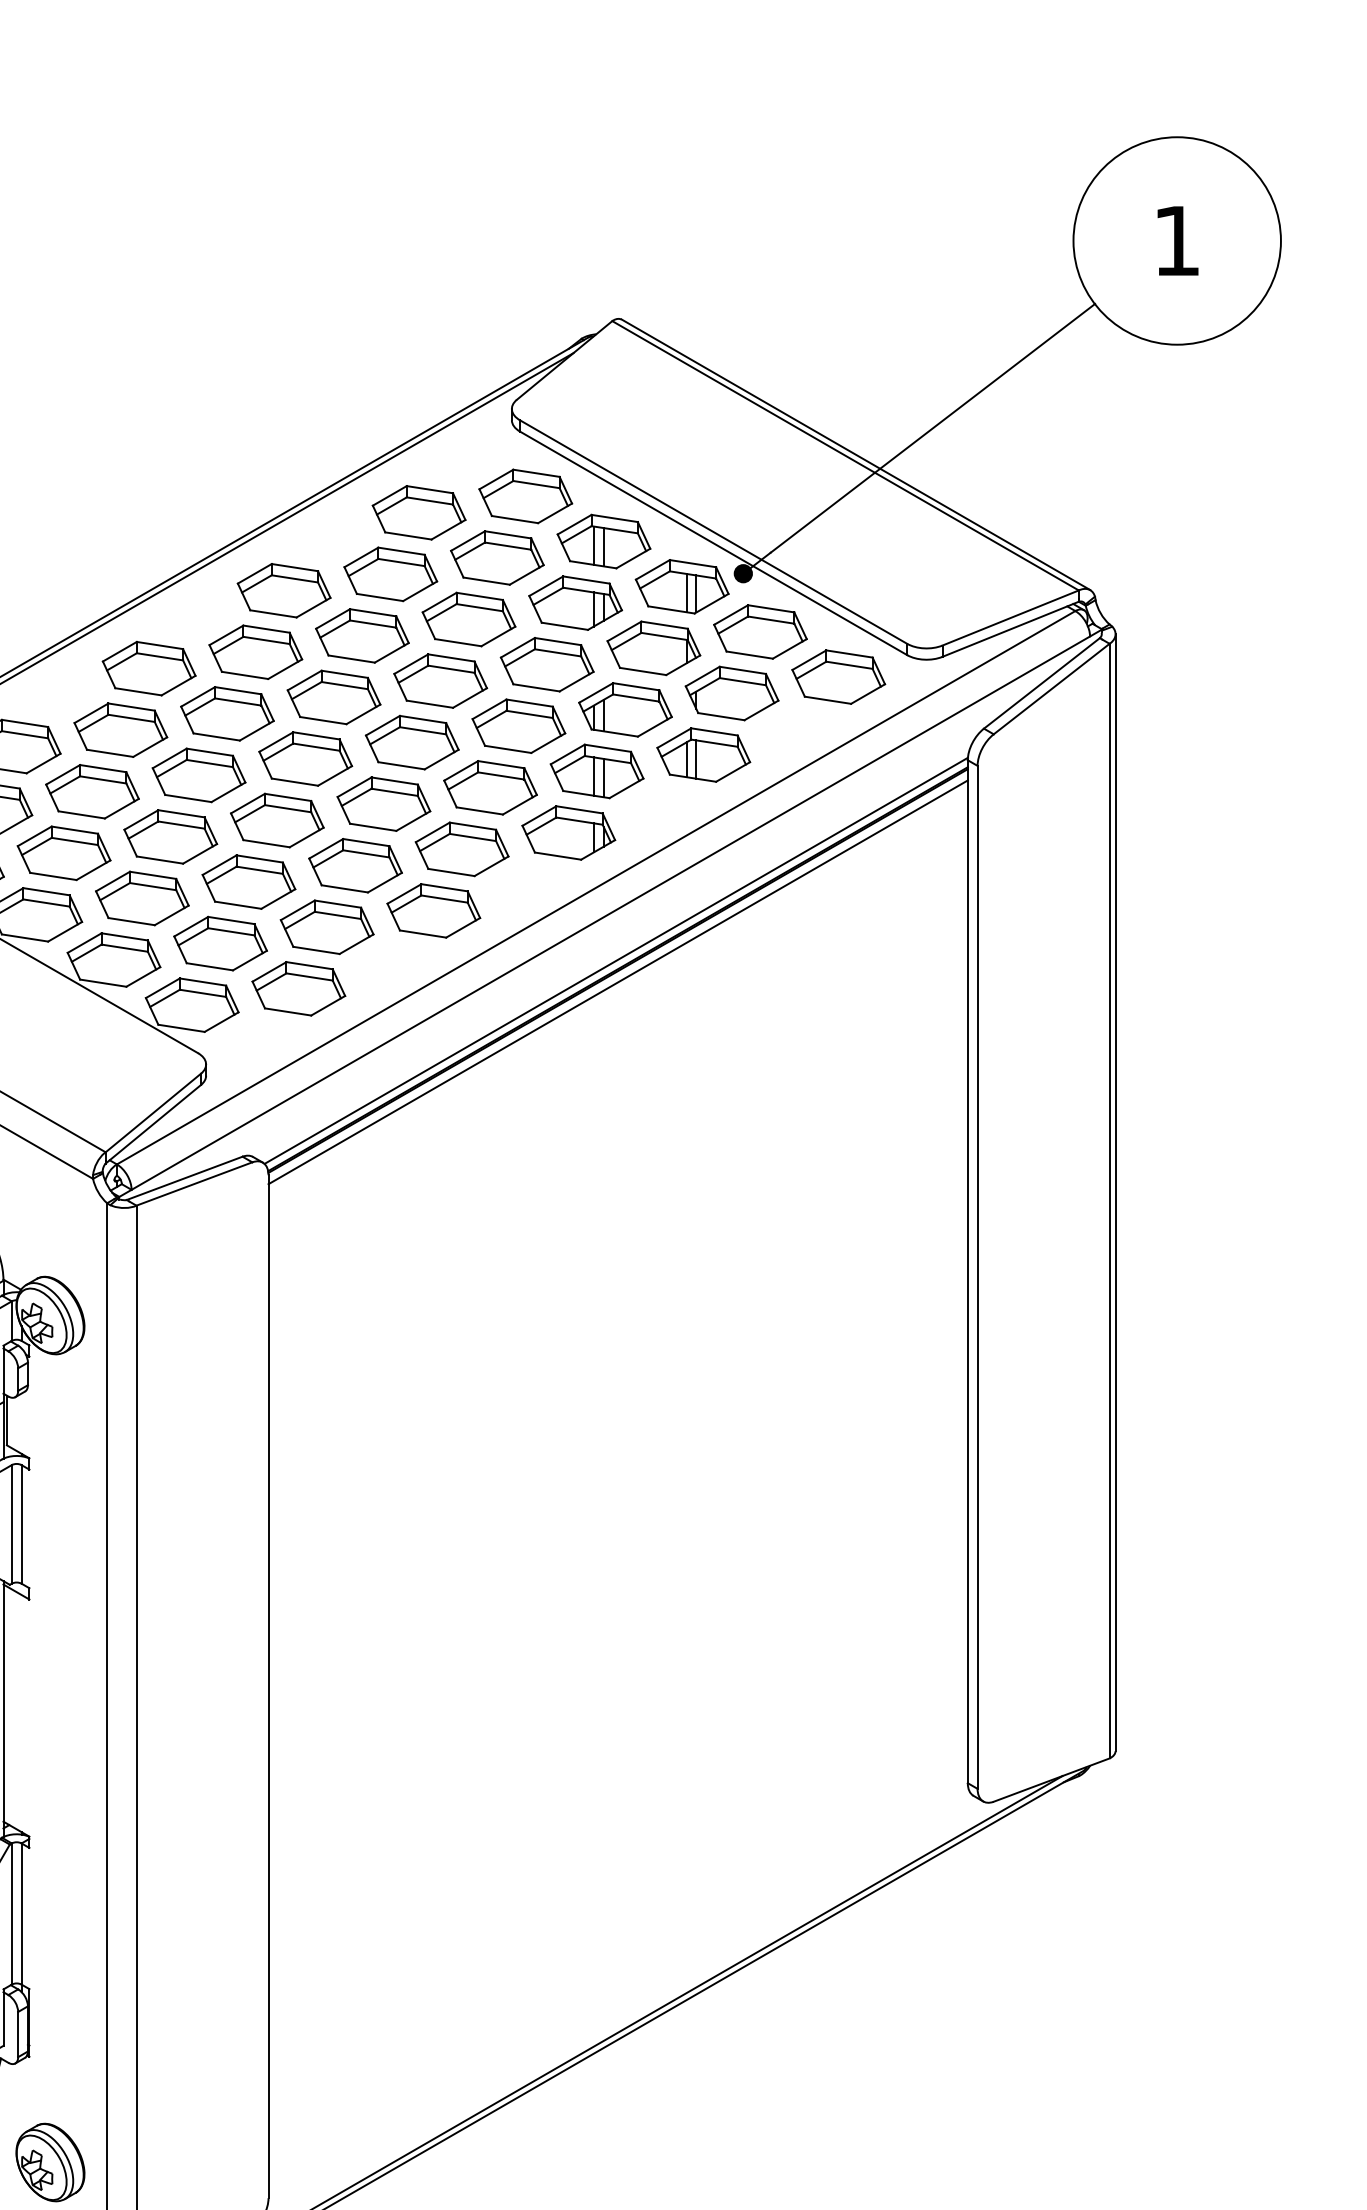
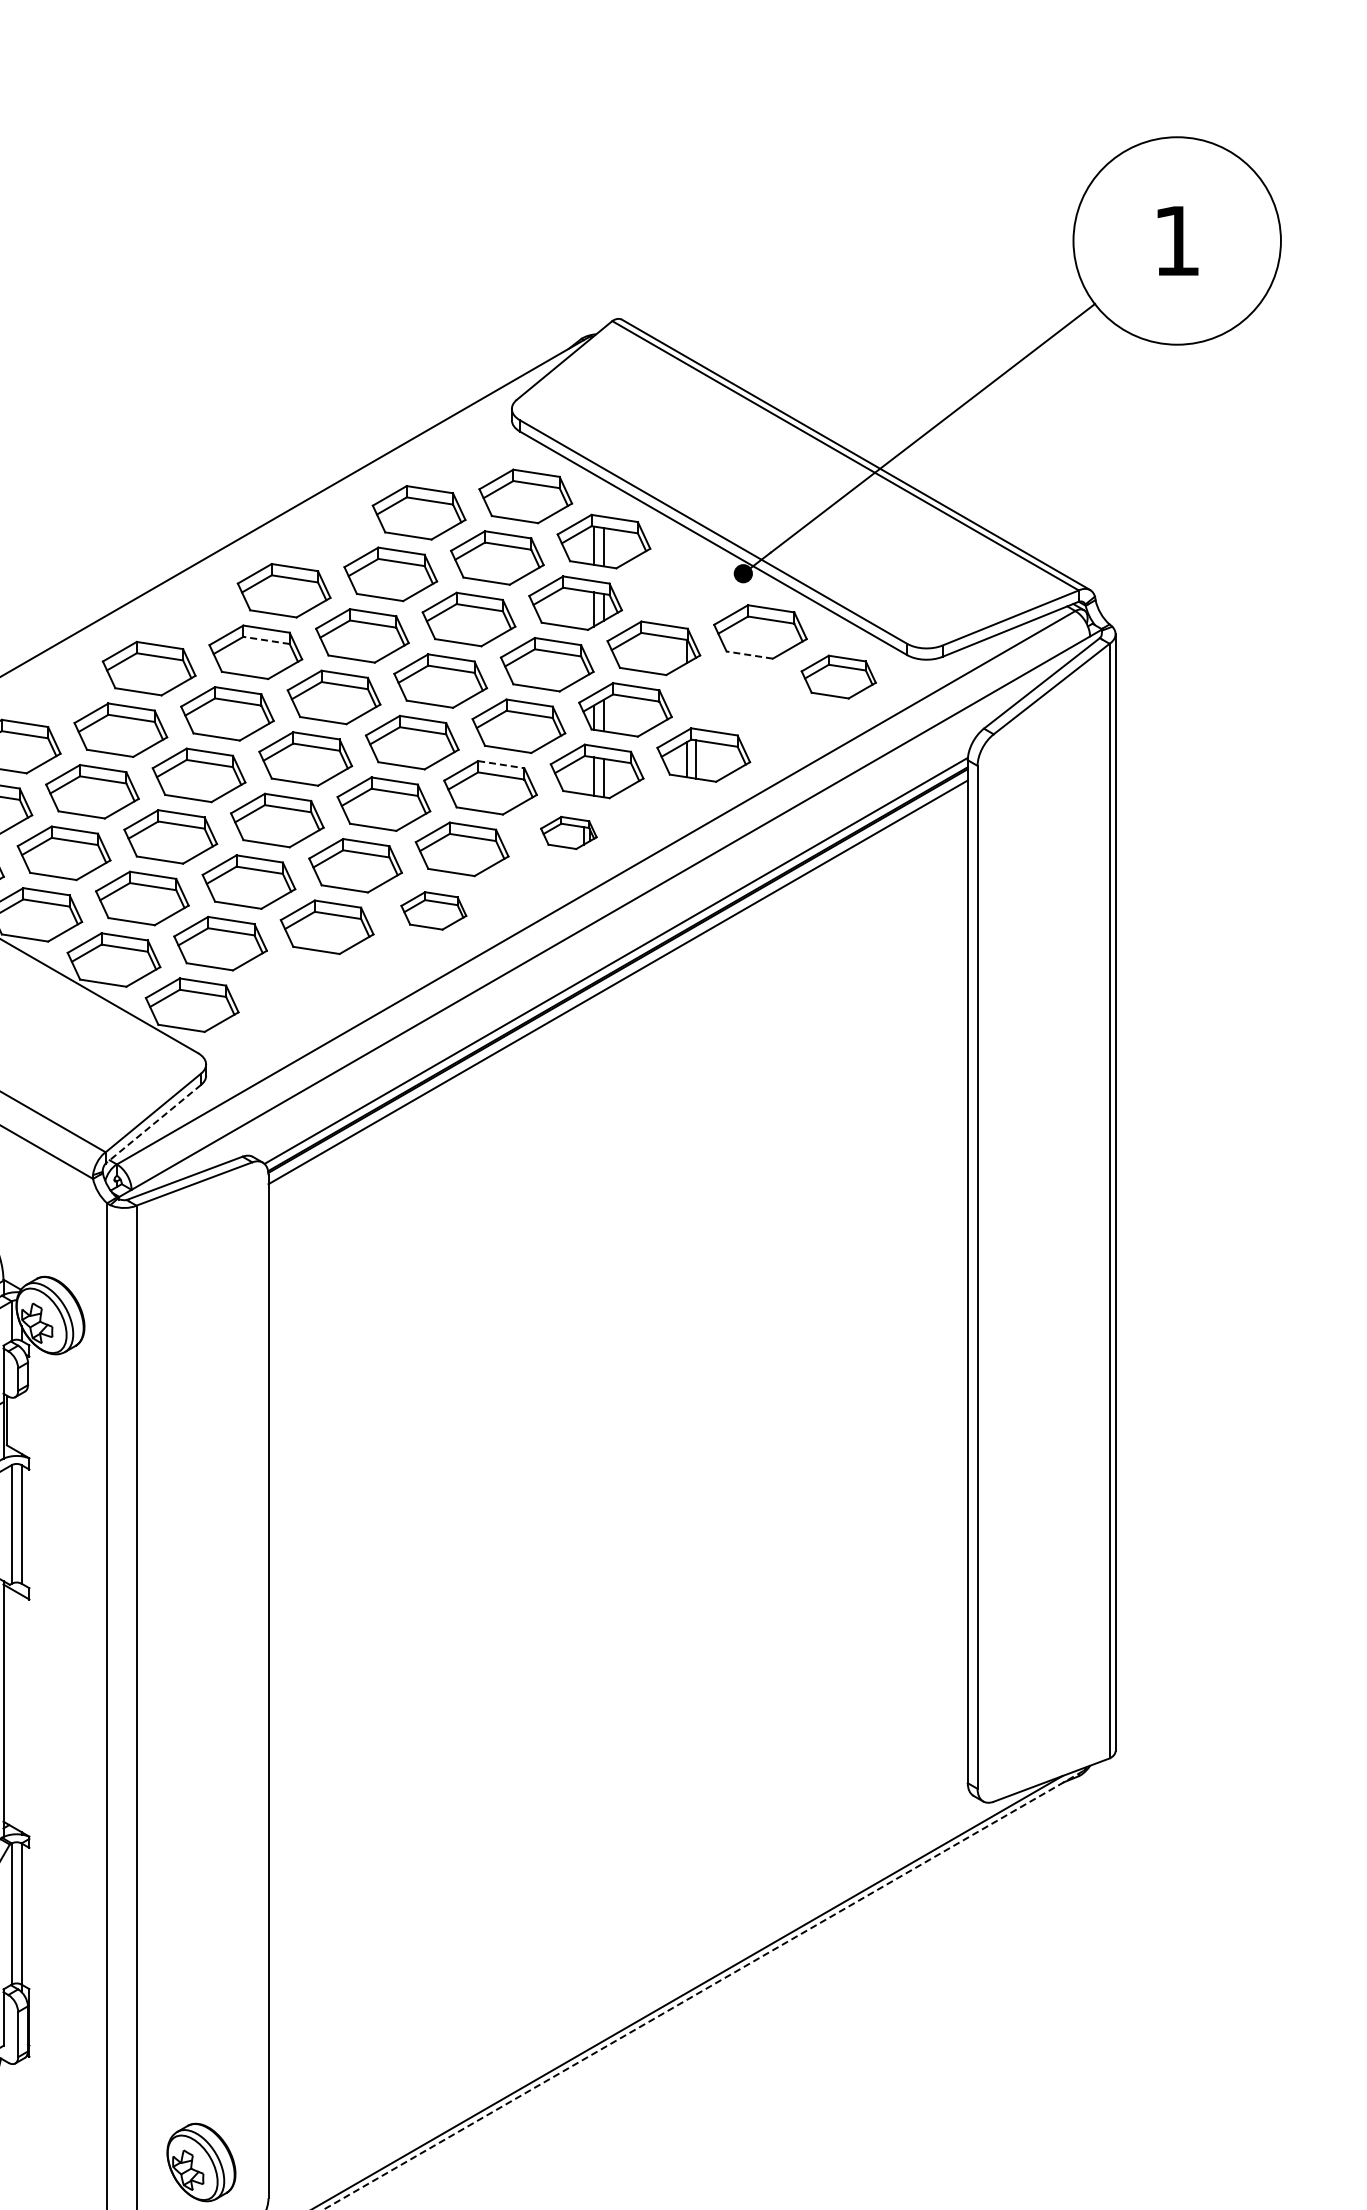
line at (287, 517): present -> none
part at (681, 586): present -> none
line at (266, 640): solid -> dashed
line at (749, 655): solid -> dashed
part at (838, 676) size: 96x56 px -> 77x46 px
part at (731, 693): present -> none
line at (501, 764): solid -> dashed
part at (568, 832) size: 96x56 px -> 58x35 px
part at (433, 910) size: 96x56 px -> 68x40 px
part at (298, 988): present -> none
line at (153, 1124): solid -> dashed
line at (703, 1990): solid -> dashed
part at (50, 2162) position: (50, 2162) -> (201, 2162)
